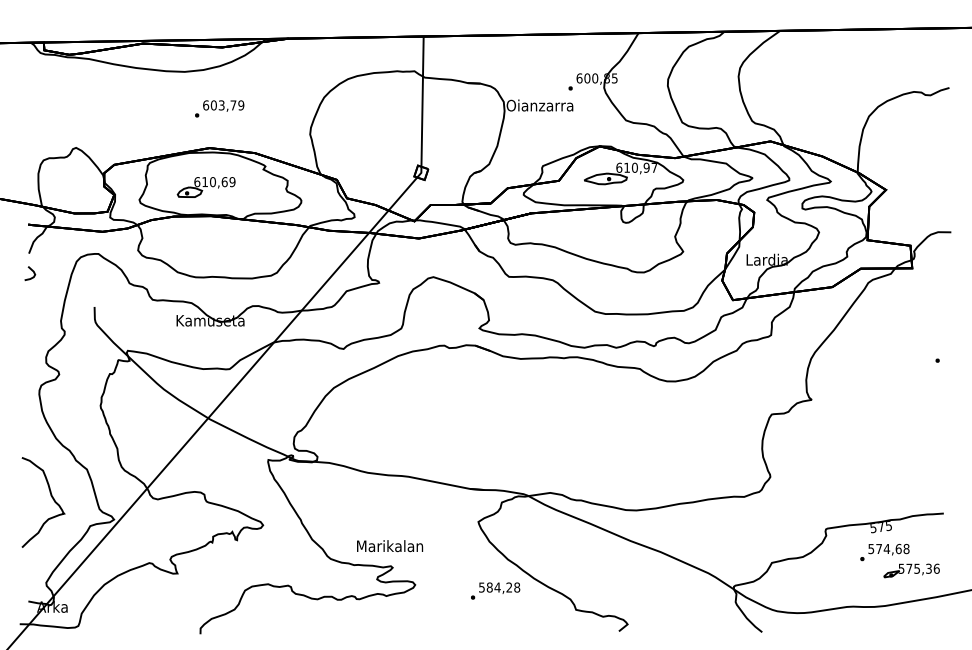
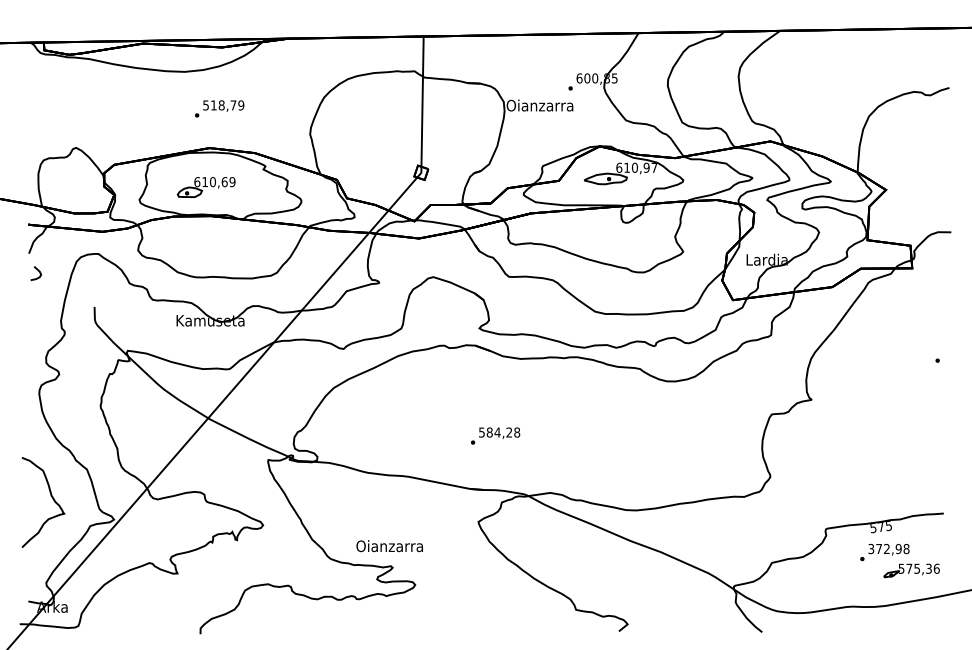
text at (213, 105): 603,79 -> 518,79
curve at (32, 271) position: (32, 271) -> (38, 271)
text at (389, 546): Marikalan -> Oianzarra
text at (884, 548): 574,68 -> 372,98
text at (495, 590) position: (495, 590) -> (495, 435)
